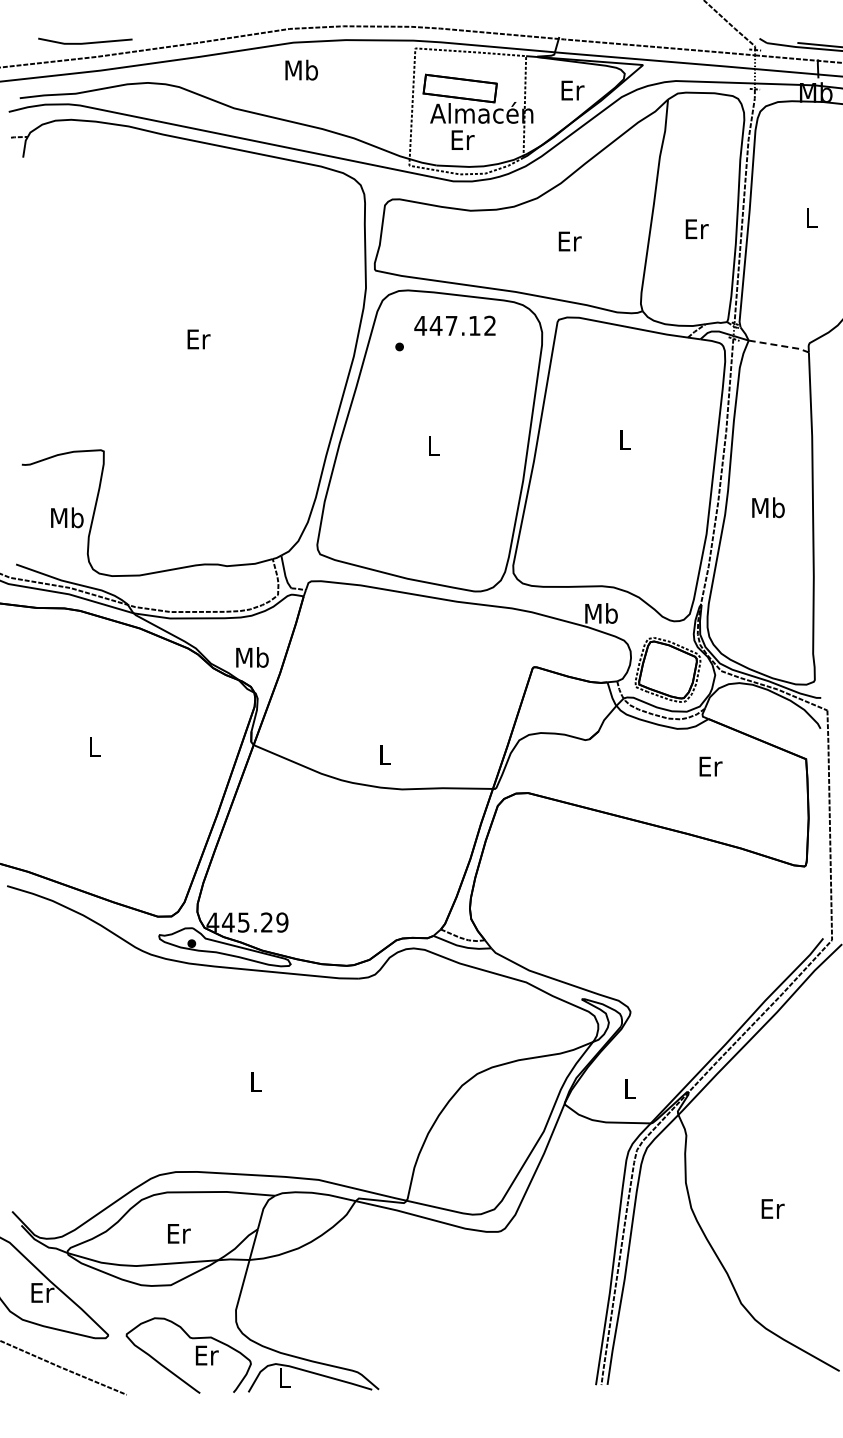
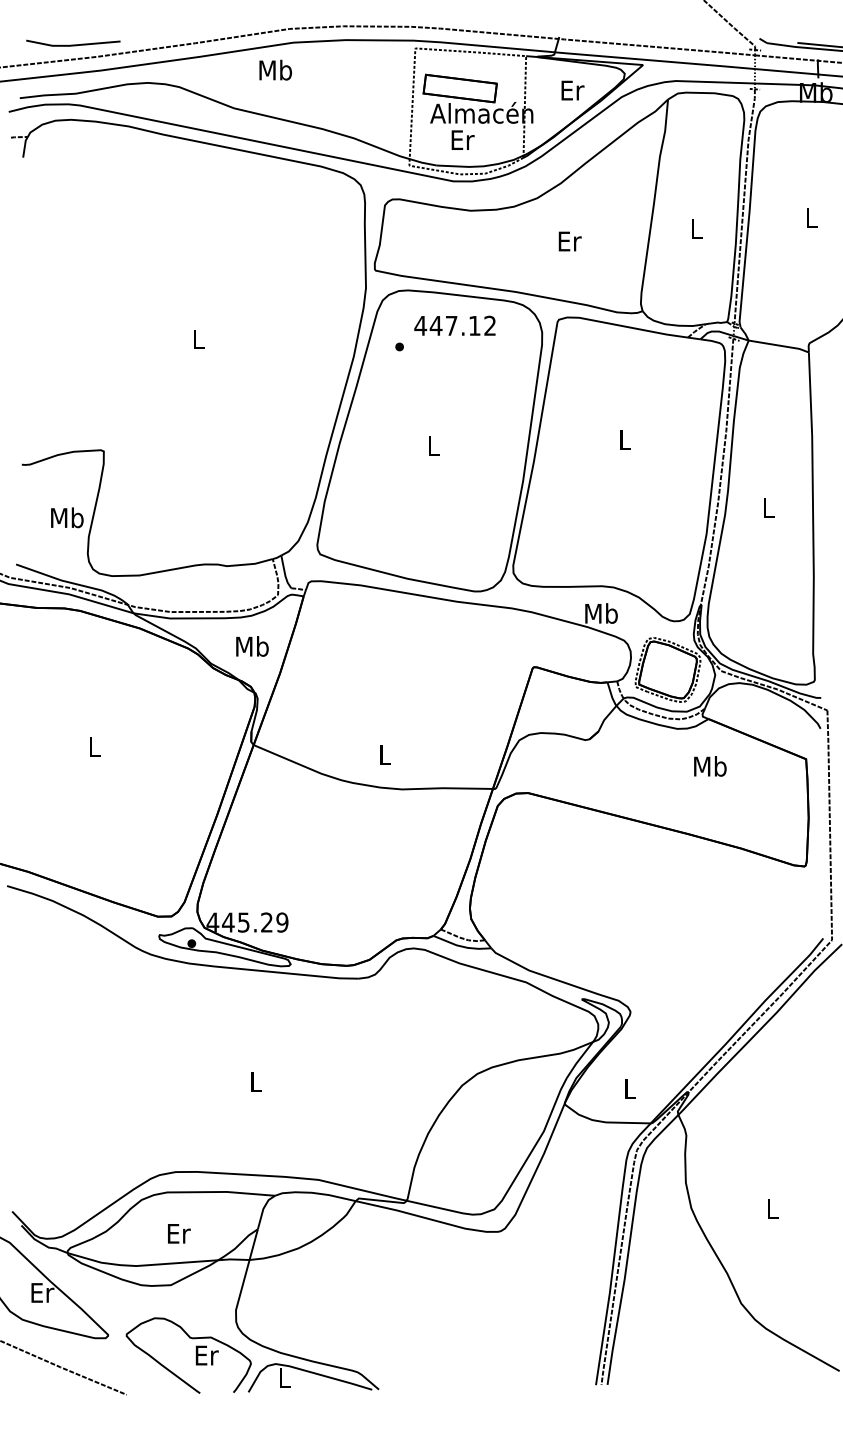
line at (85, 42) position: (85, 42) -> (73, 44)
text at (301, 69) position: (301, 69) -> (275, 69)
text at (696, 229): Er -> L
text at (198, 339): Er -> L
line at (779, 345): dashed -> solid
text at (768, 507): Mb -> L
text at (252, 657) position: (252, 657) -> (252, 646)
text at (710, 766): Er -> Mb
text at (772, 1208): Er -> L
